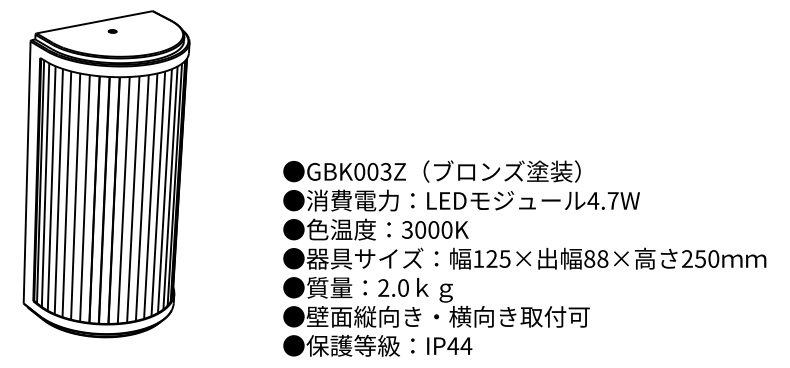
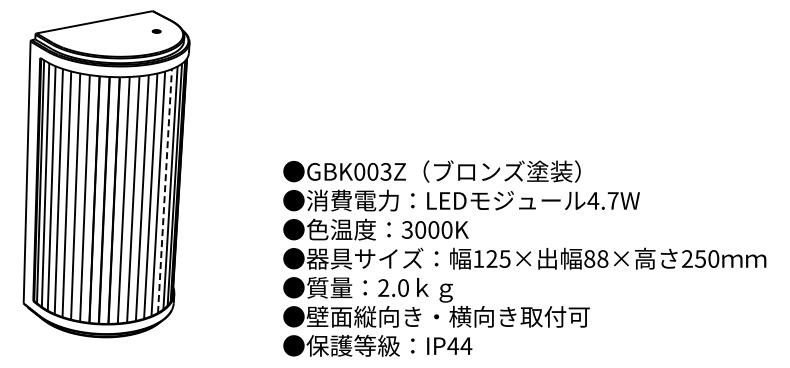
part at (112, 31) position: (112, 31) -> (156, 31)
line at (165, 190): solid -> dashed
